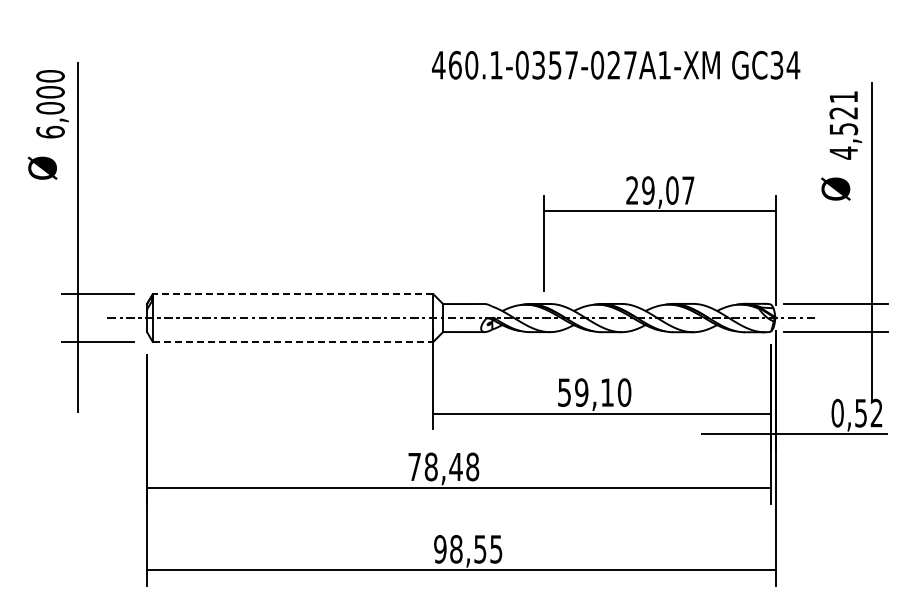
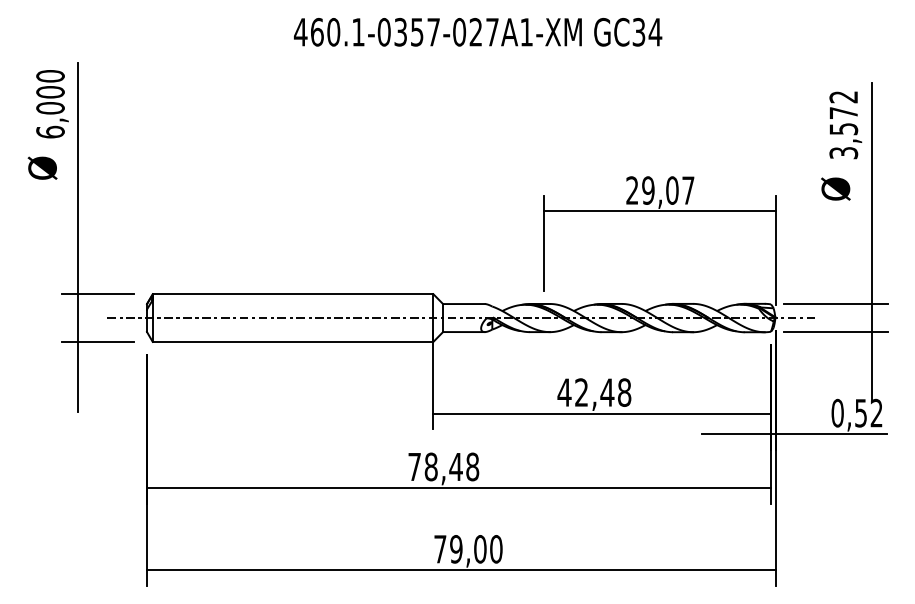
text at (616, 65) position: (616, 65) -> (478, 32)
text at (843, 125): 4,521 -> 3,572
line at (292, 294): dashed -> solid
line at (293, 341): dashed -> solid
text at (594, 392): 59,10 -> 42,48
text at (468, 549): 98,55 -> 79,00
